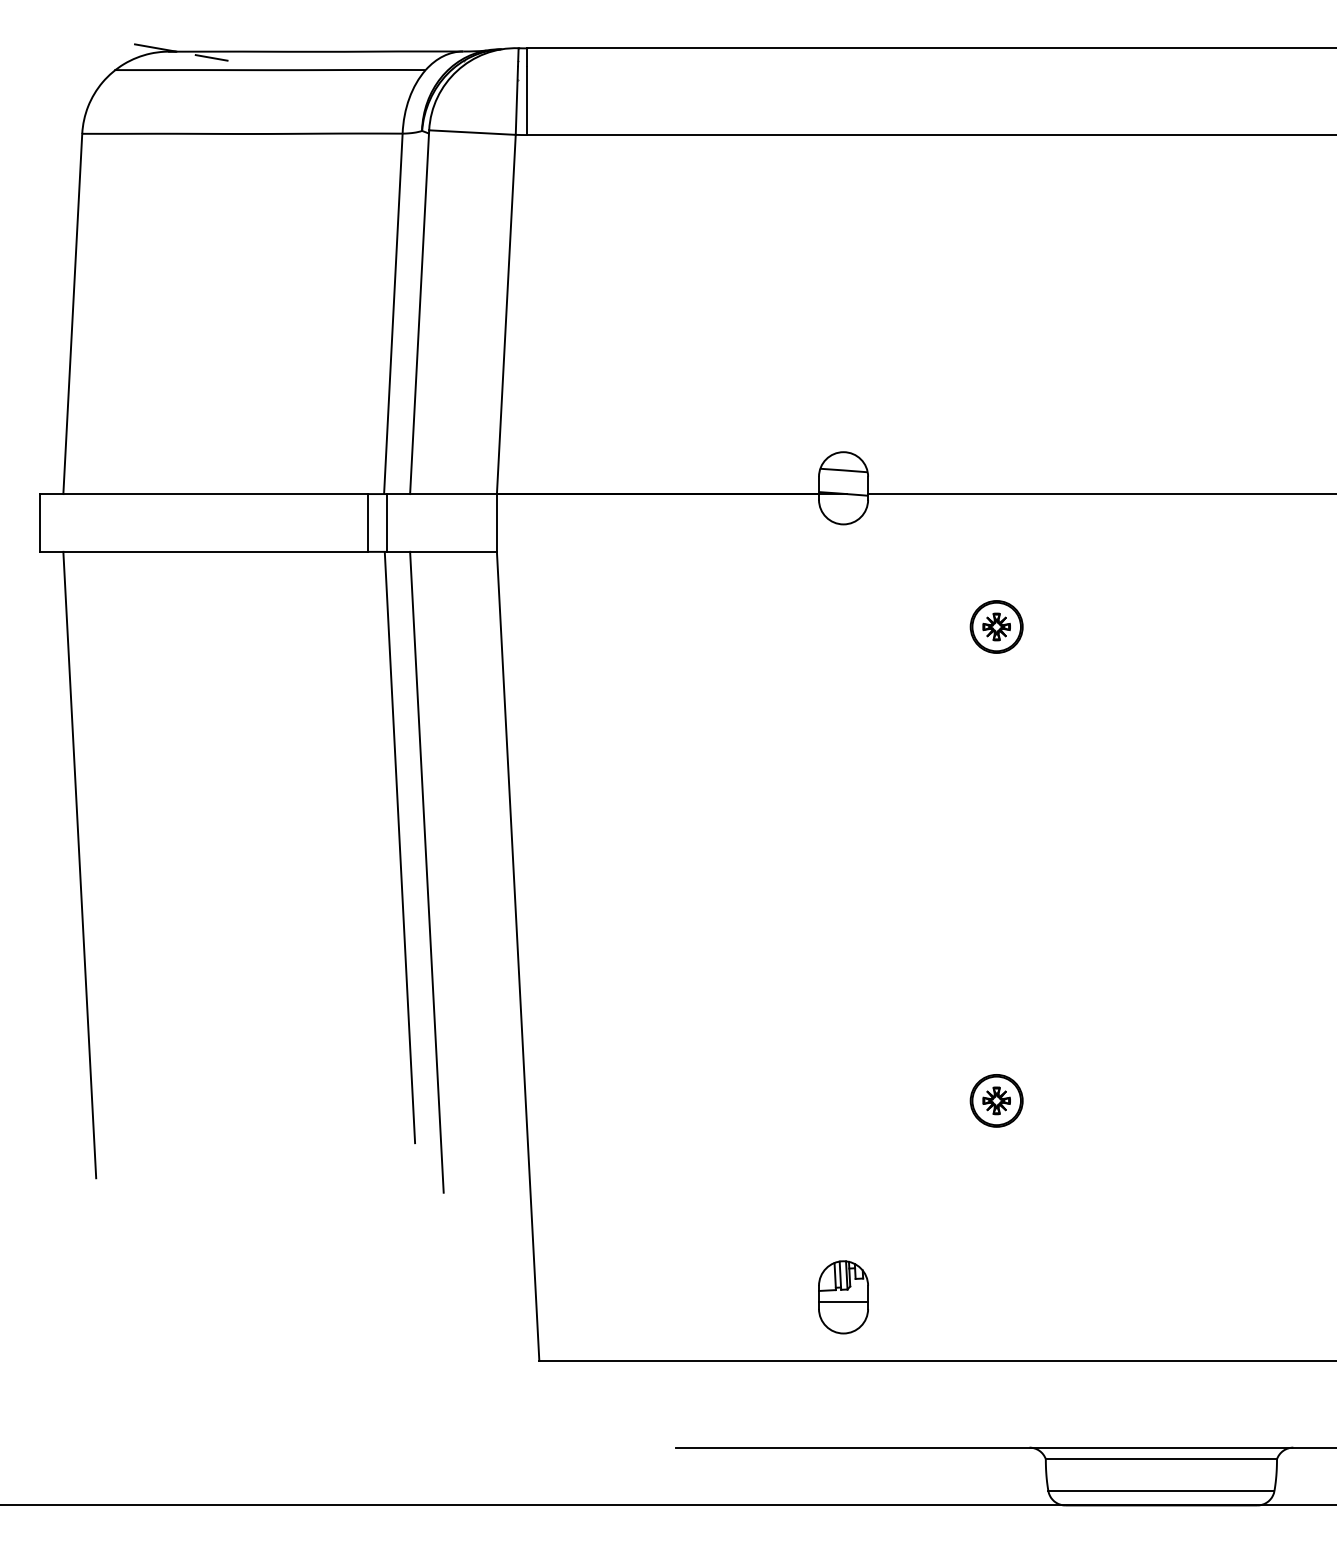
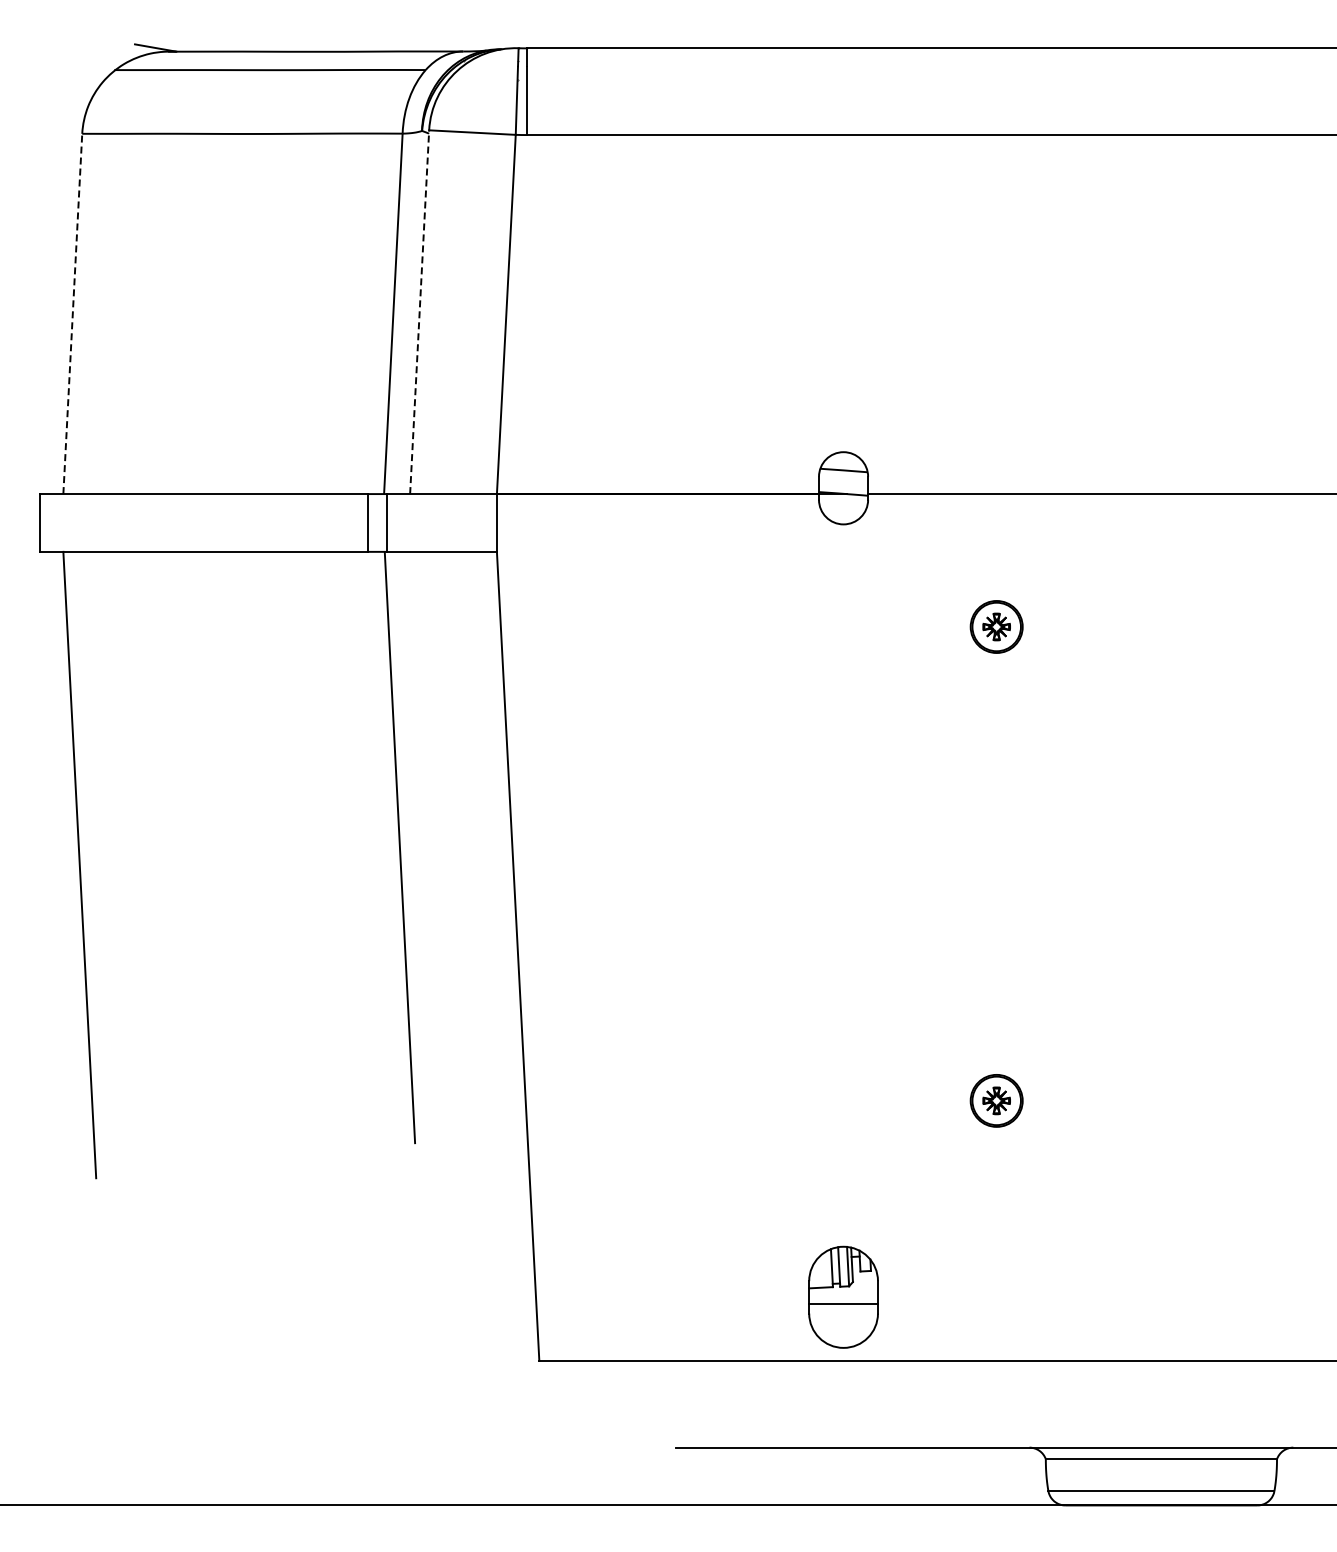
line at (211, 57): present -> none
line at (419, 311): solid -> dashed
line at (72, 313): solid -> dashed
line at (426, 871): present -> none
part at (843, 1297) size: 51x75 px -> 71x104 px
